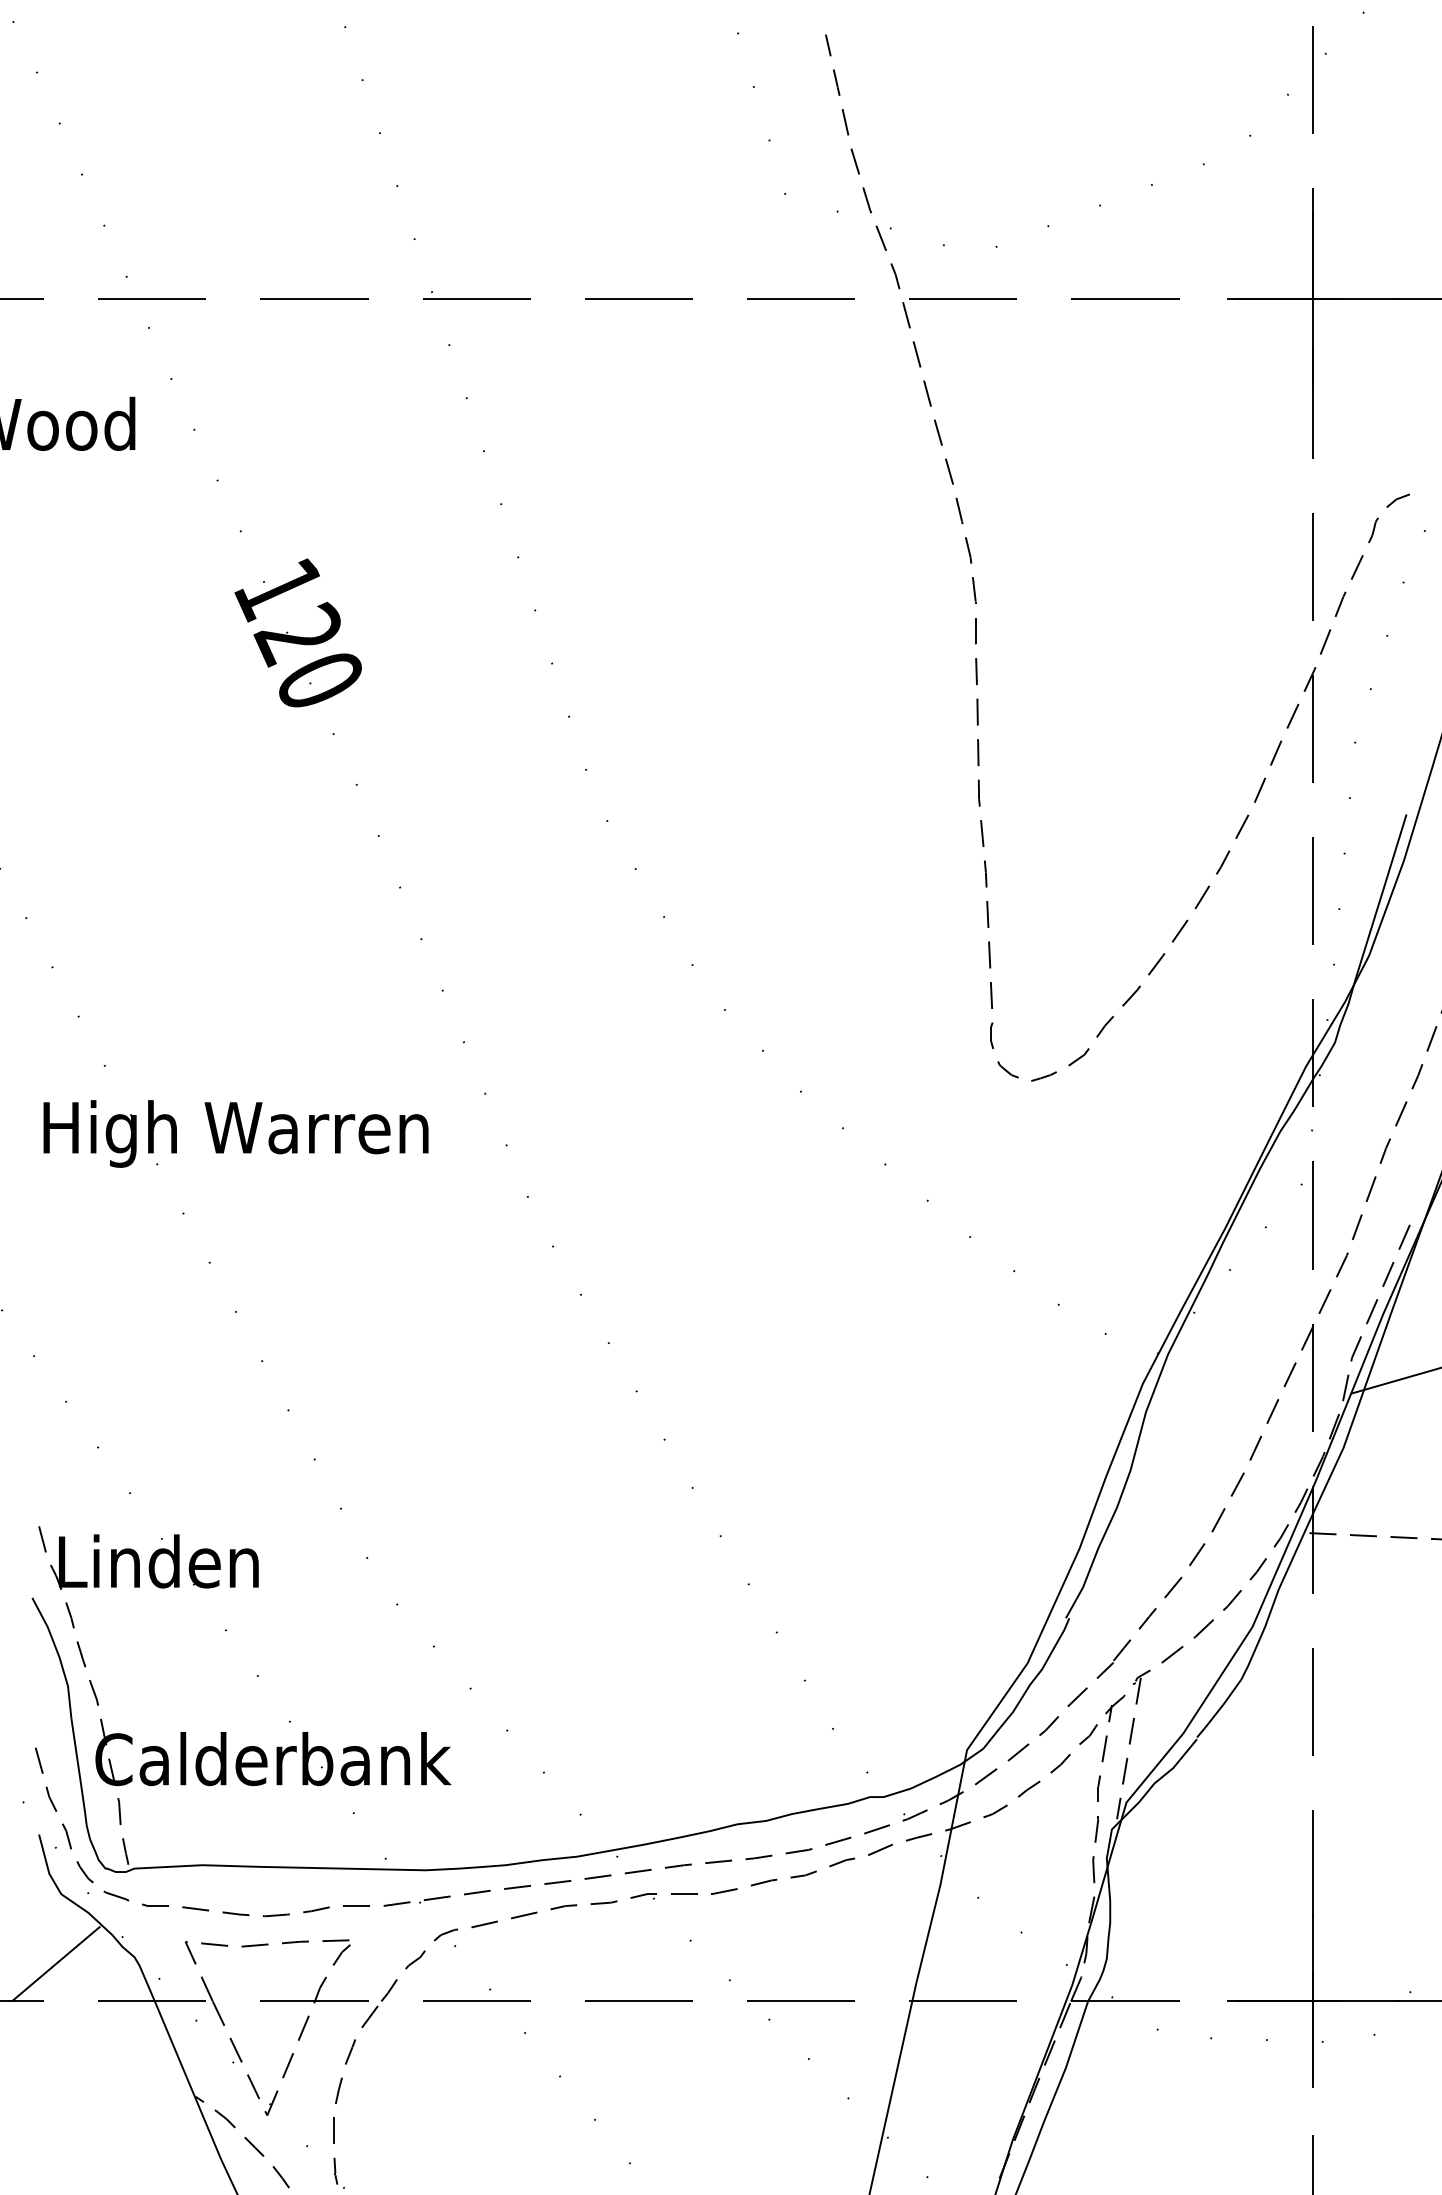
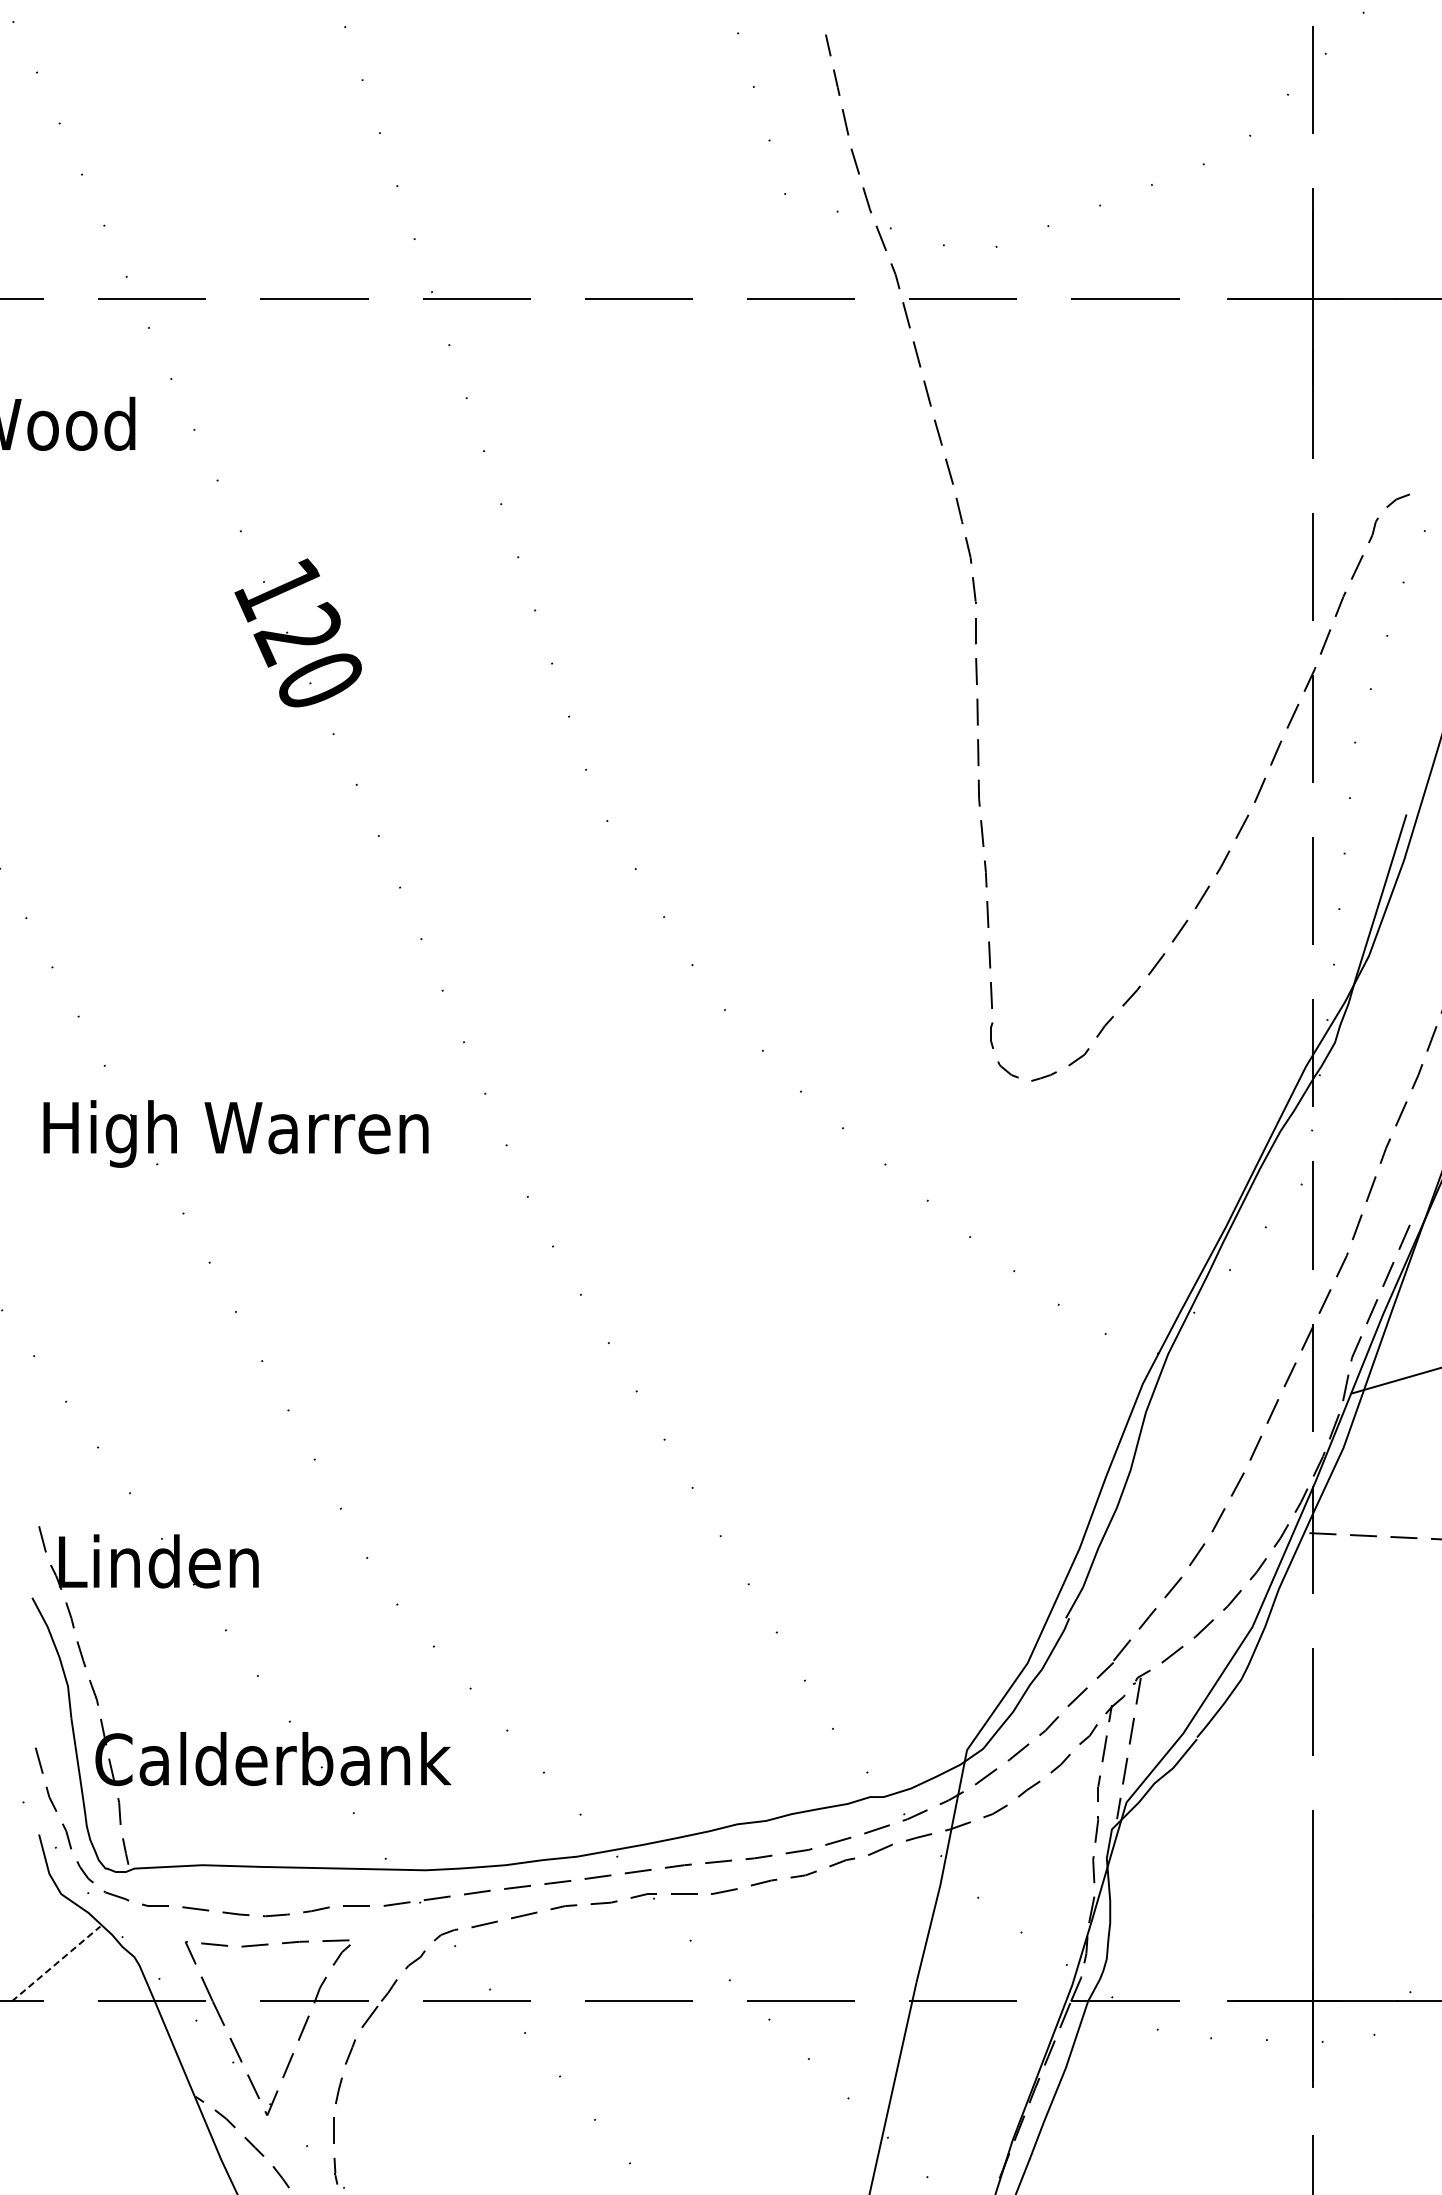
line at (56, 1963): solid -> dashed
